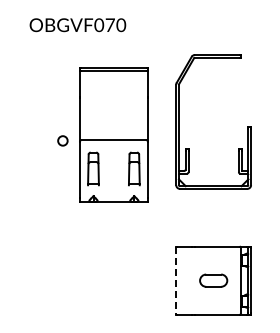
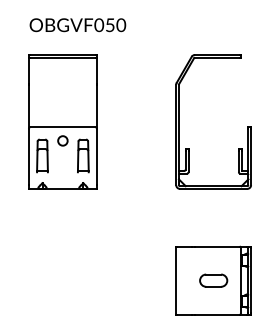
text at (109, 25): OBGVF070 -> OBGVF050
part at (113, 134) position: (113, 134) -> (62, 121)
line at (176, 281): dashed -> solid
